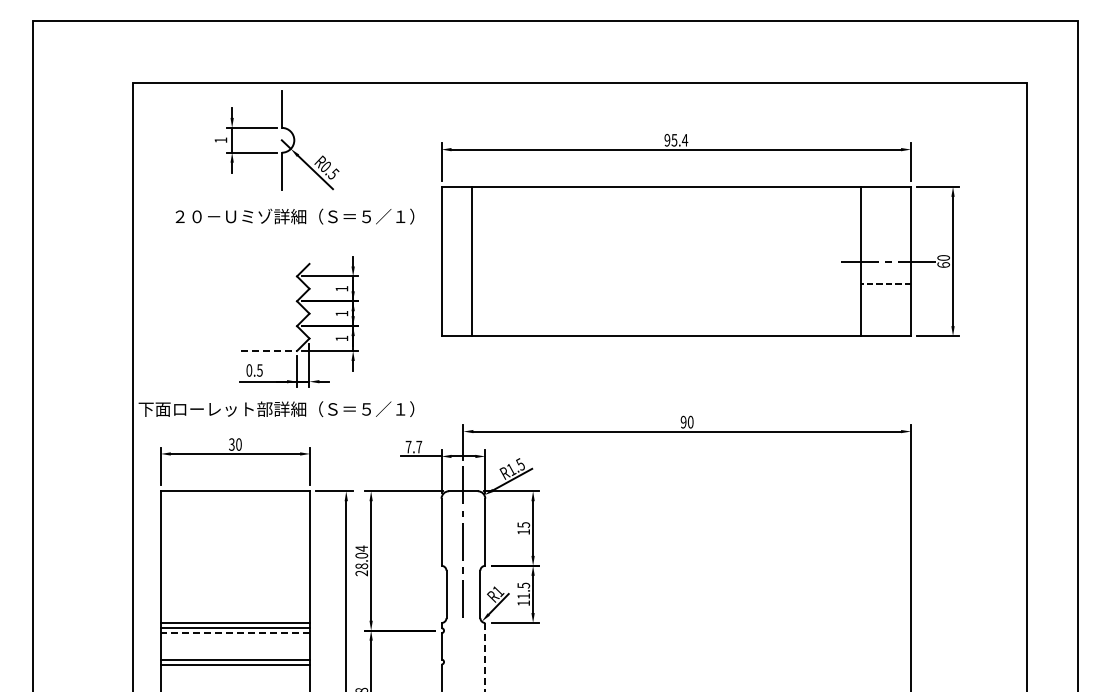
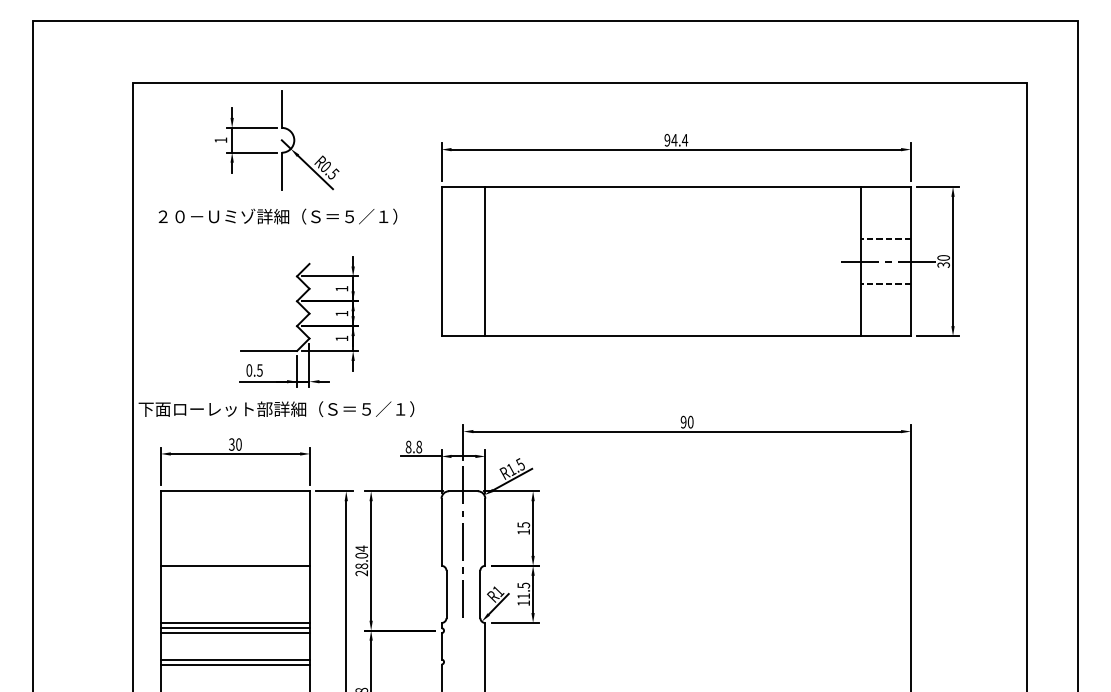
text at (674, 140): 95.4 -> 94.4
text at (294, 216) position: (294, 216) -> (277, 216)
line at (886, 239): none -> present
line at (472, 261) position: (472, 261) -> (485, 261)
text at (943, 264): 60 -> 30
line at (269, 351): dashed -> solid
text at (413, 446): 7.7 -> 8.8
line at (235, 565): none -> present
line at (235, 633): dashed -> solid
line at (485, 657): dashed -> solid
